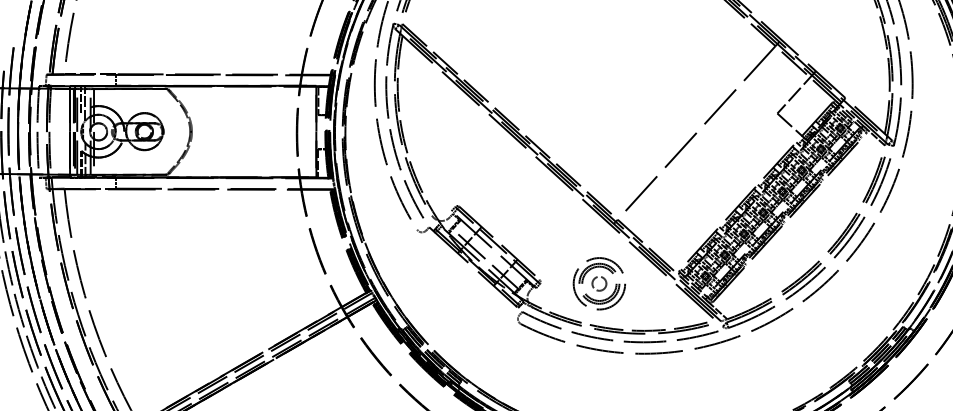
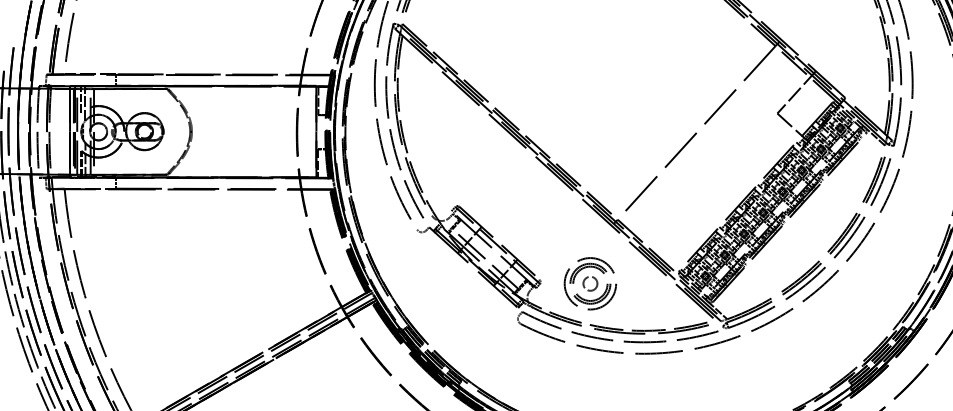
part at (598, 283) position: (598, 283) -> (589, 283)
